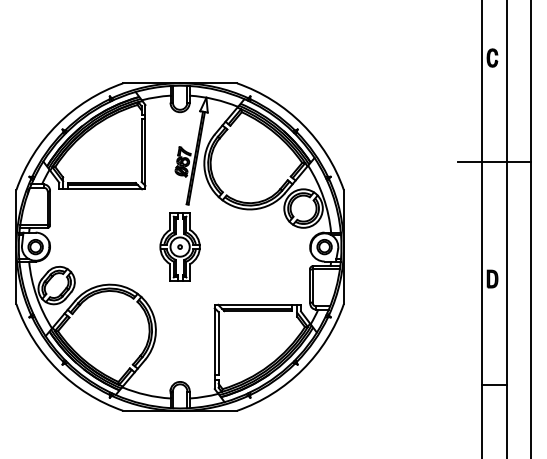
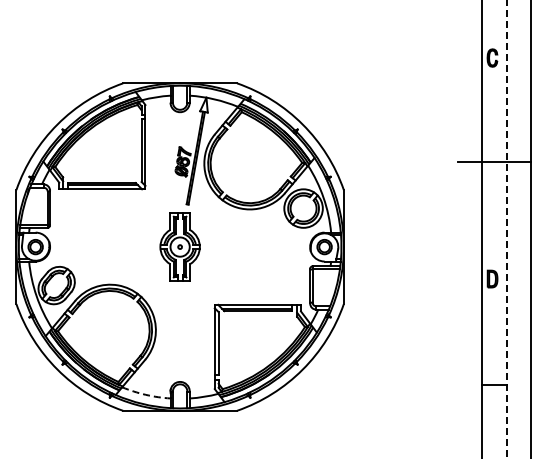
line at (506, 229): solid -> dashed
arc at (145, 394): solid -> dashed
